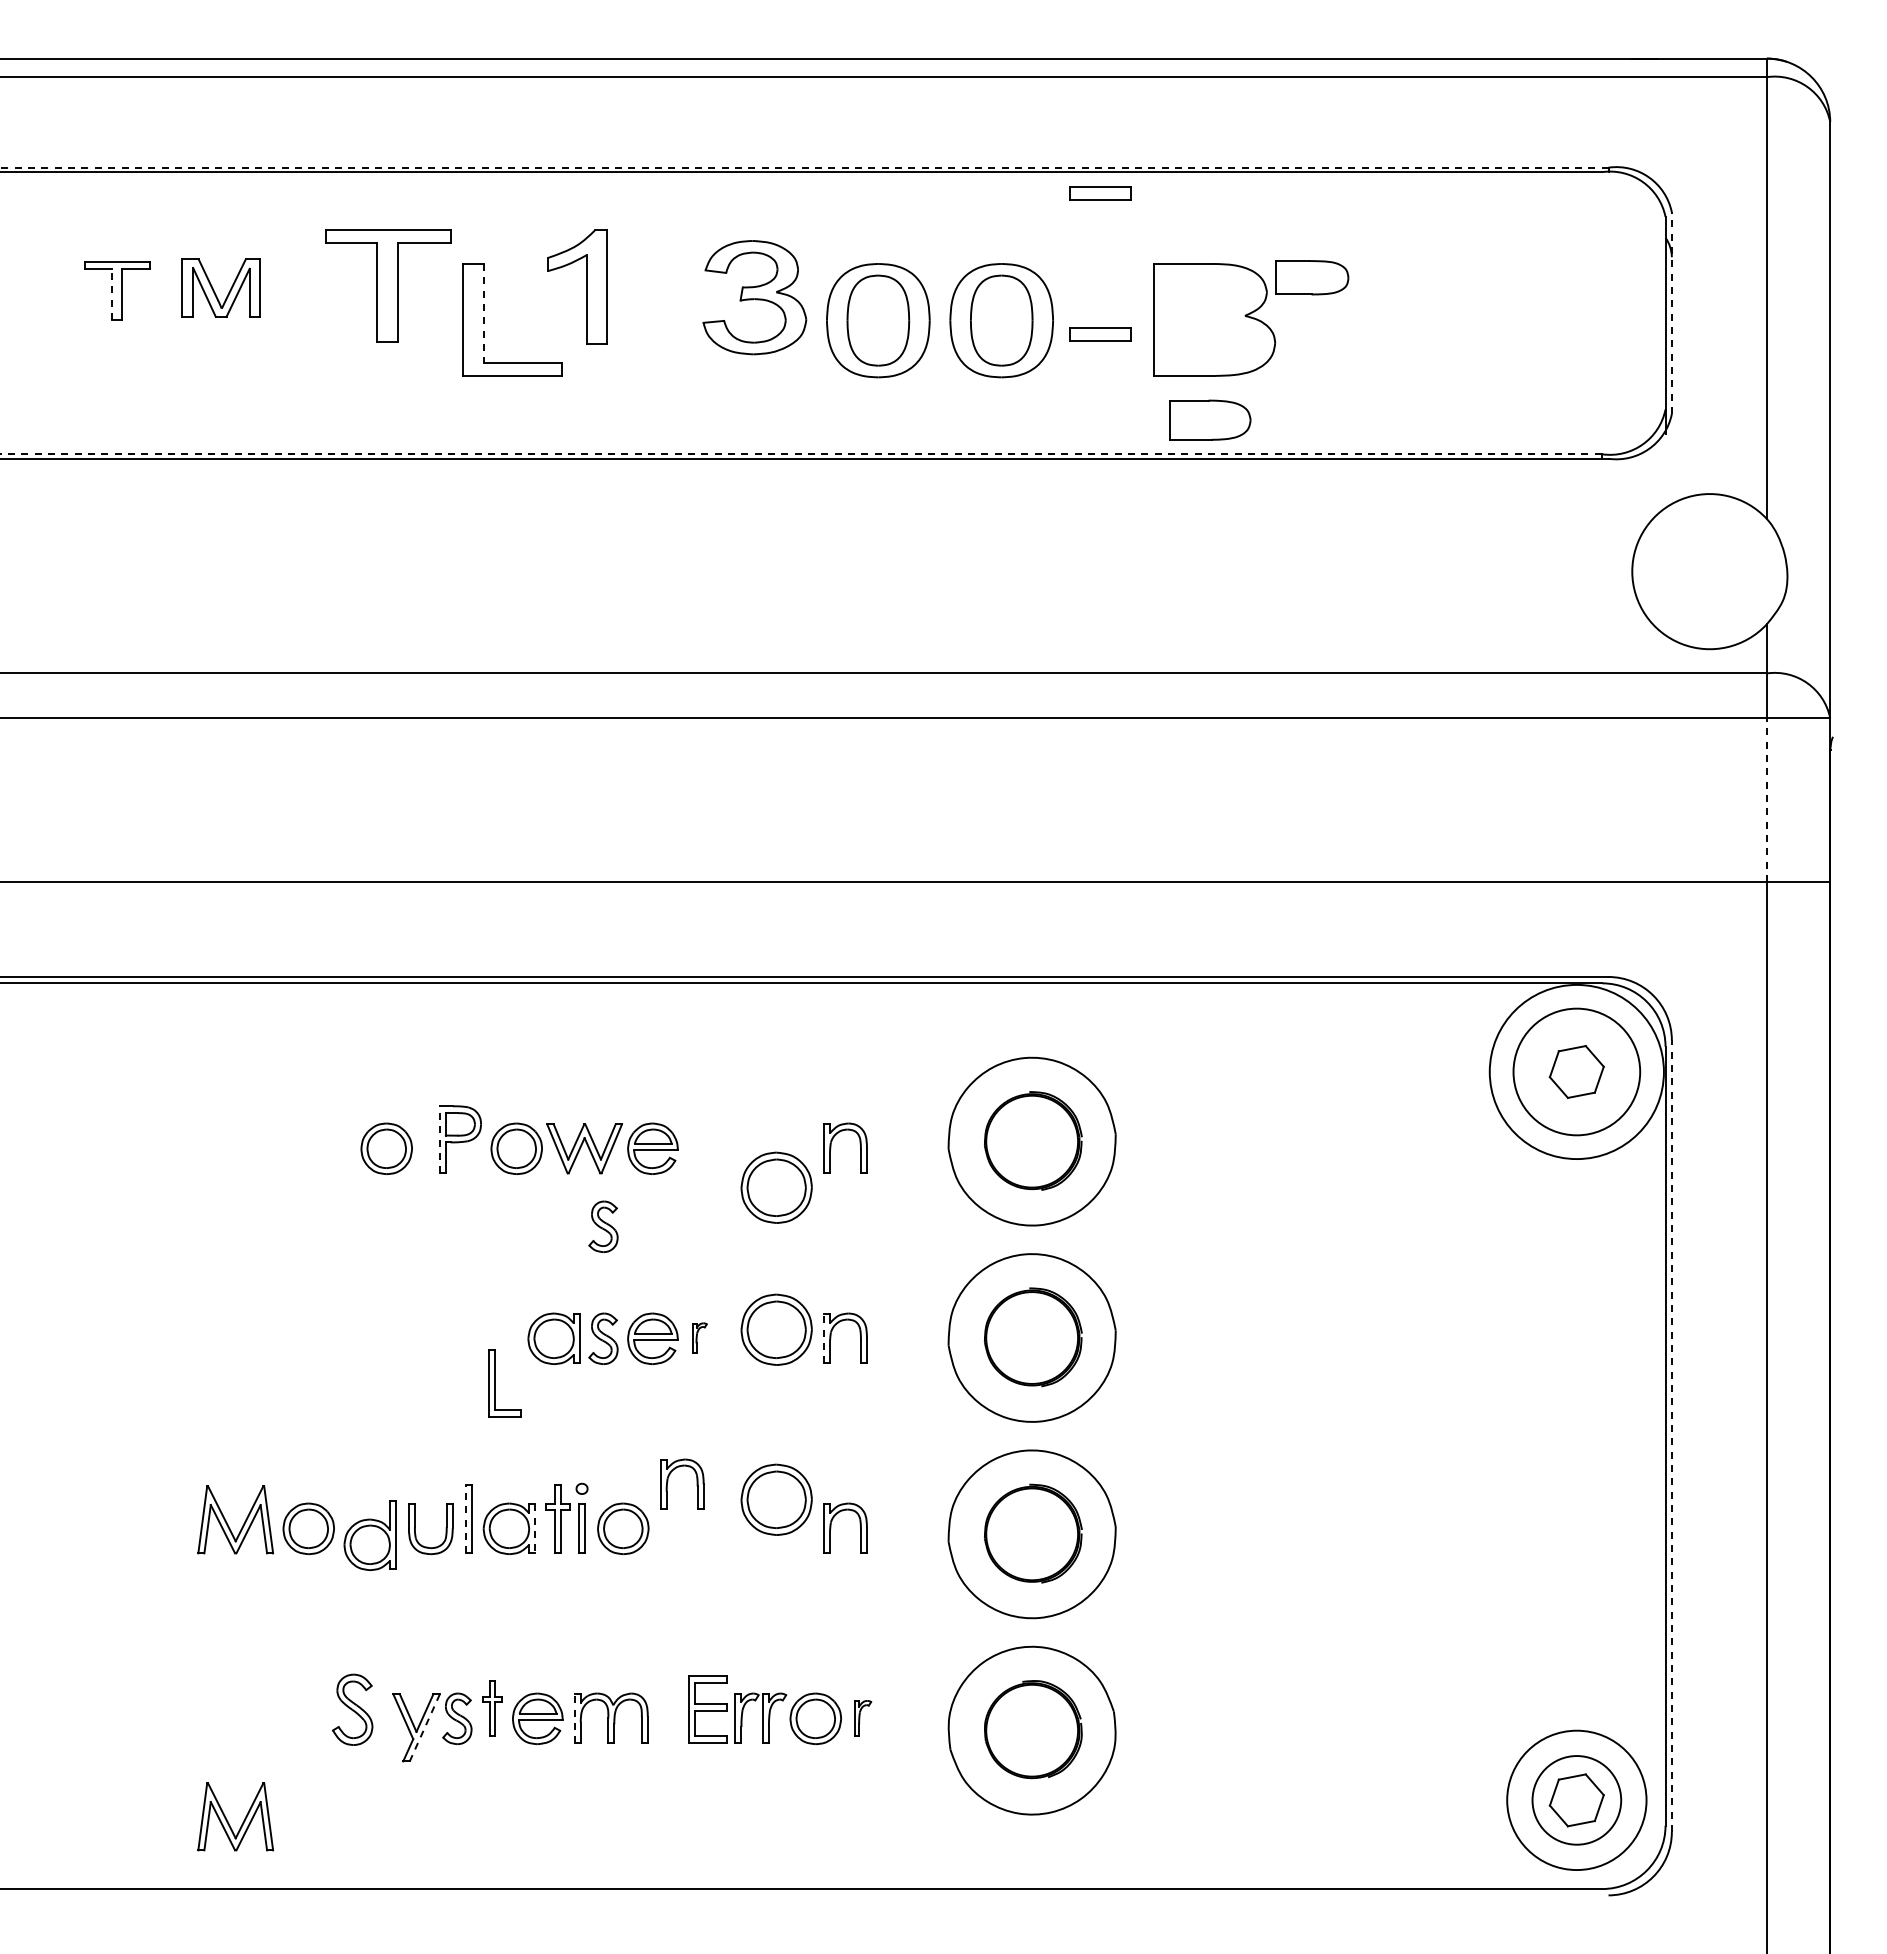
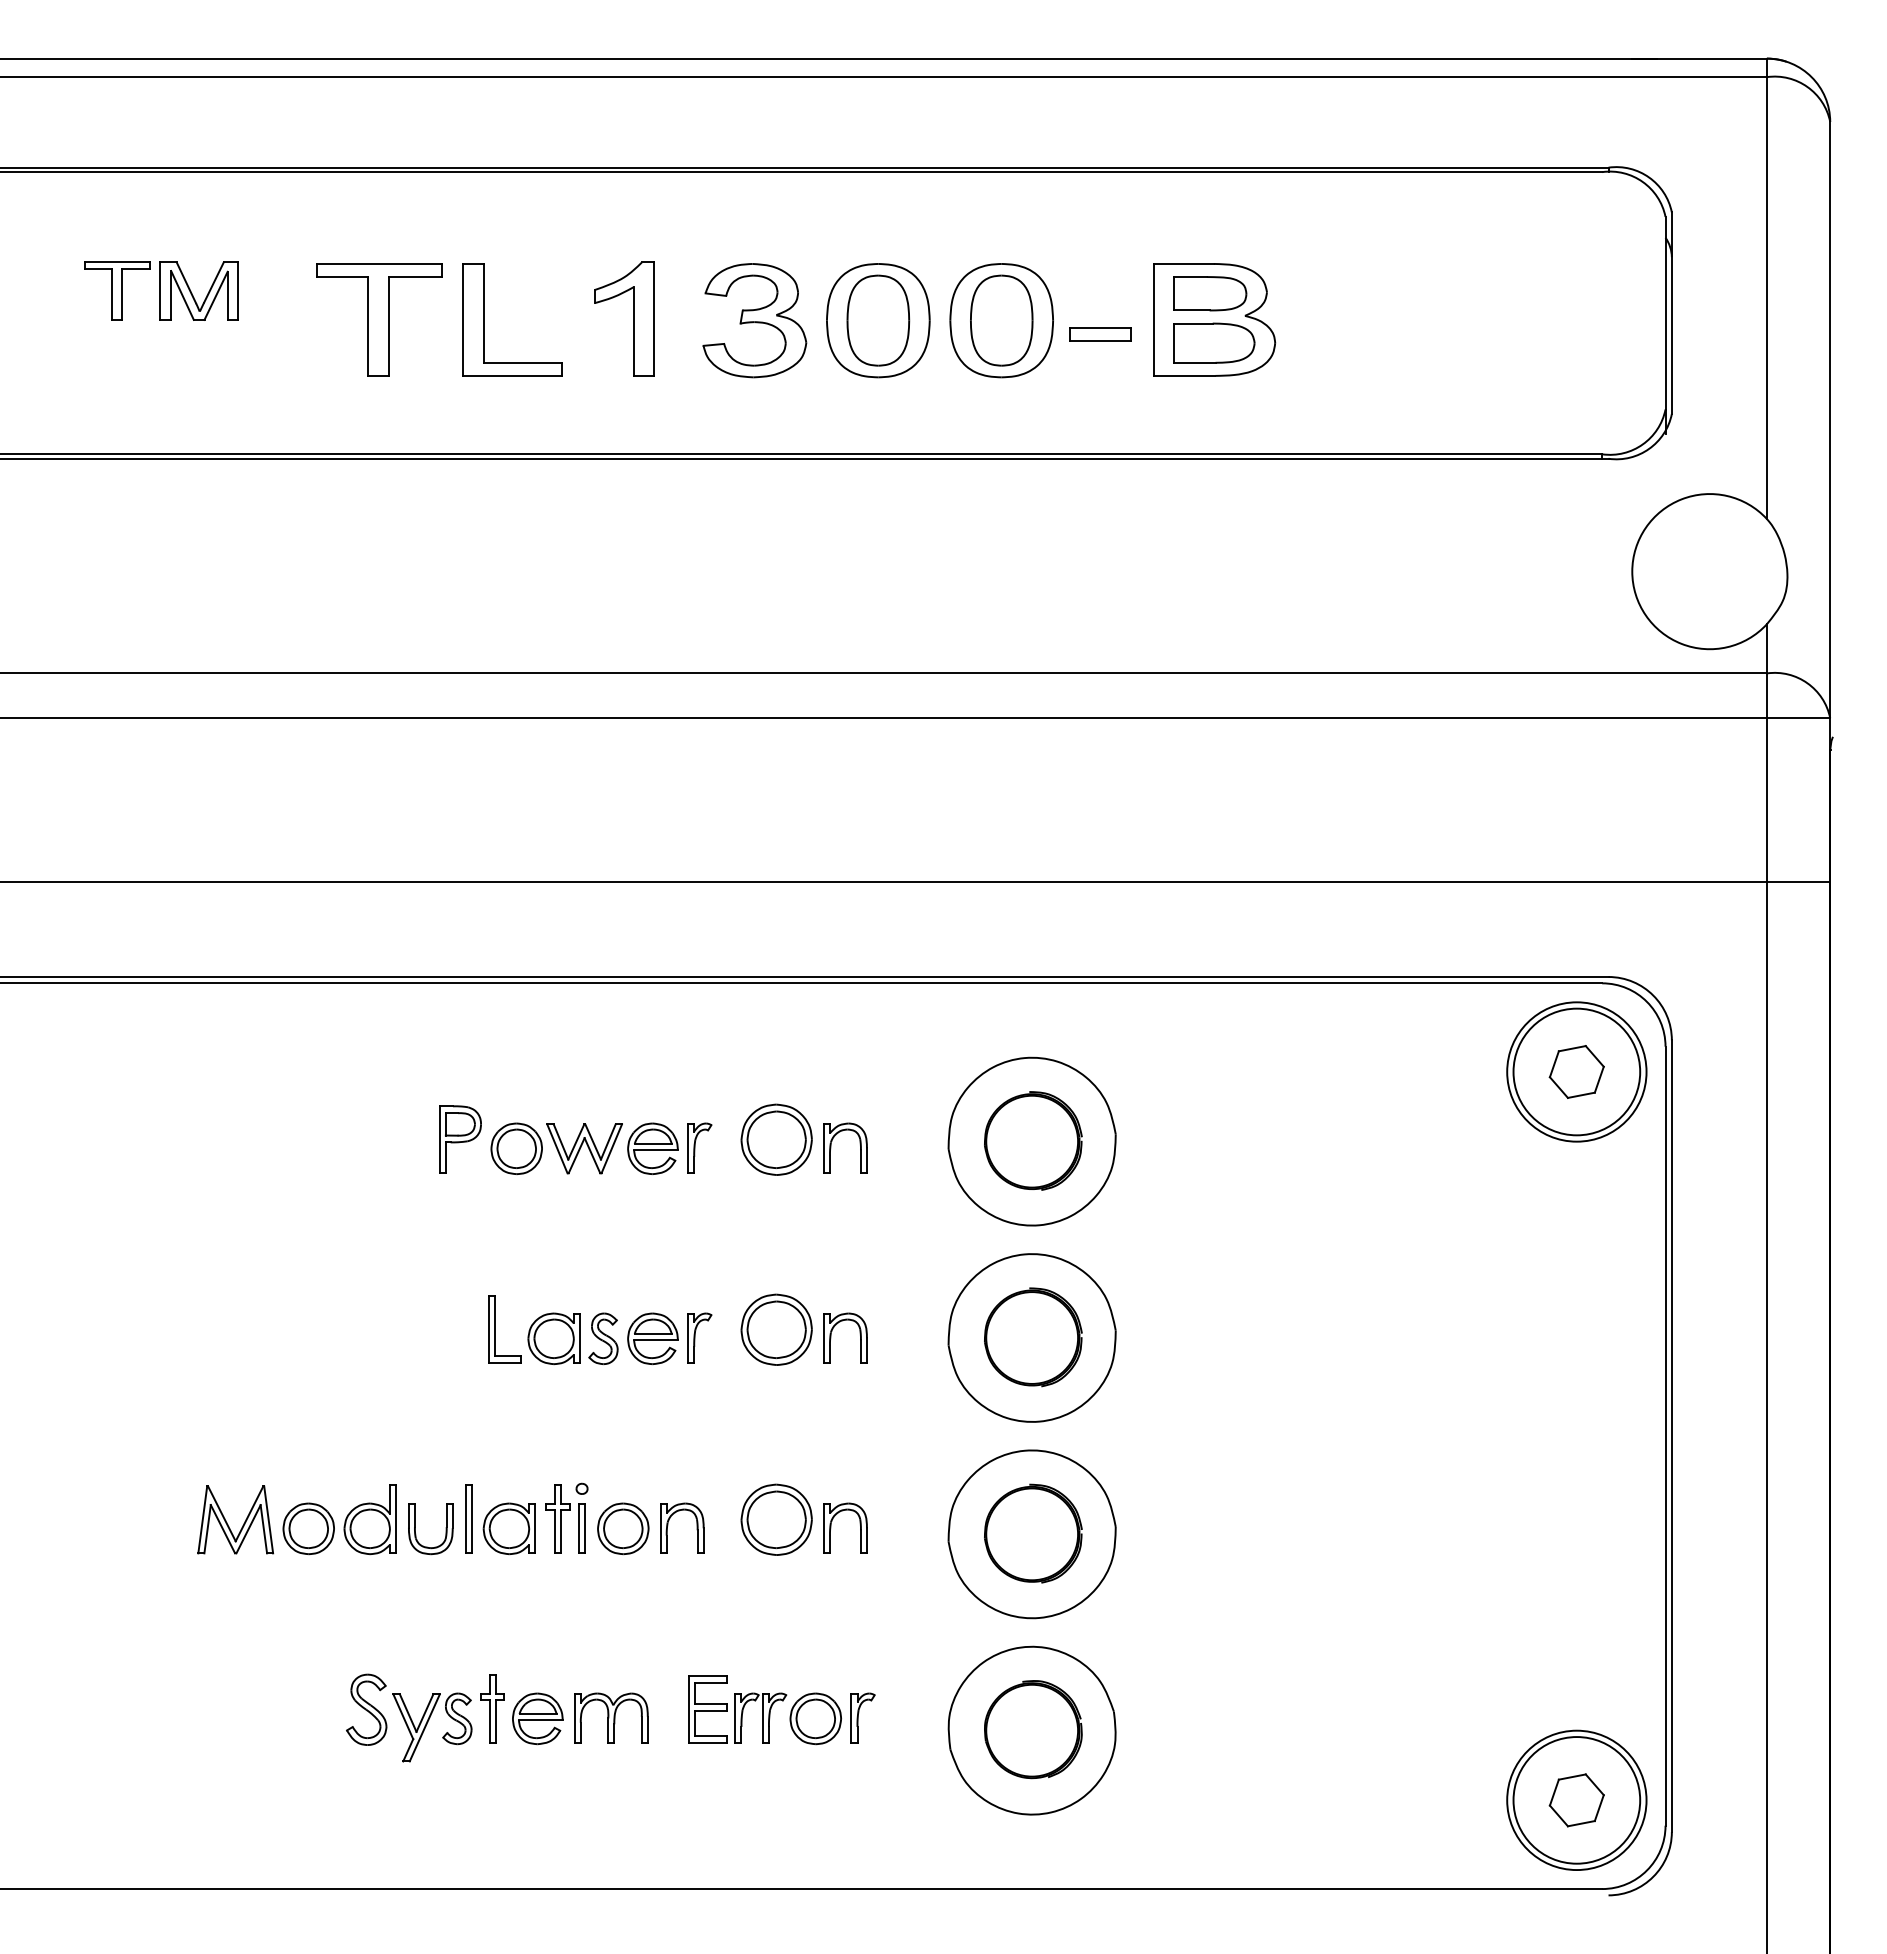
line at (804, 167): dashed -> solid
part at (1100, 193): present -> none
part at (1312, 277) position: (1312, 277) -> (1210, 293)
part at (388, 285) position: (388, 285) -> (379, 319)
part at (586, 286) position: (586, 286) -> (633, 318)
part at (214, 290) position: (214, 290) -> (192, 293)
line at (111, 294): dashed -> solid
part at (754, 297) position: (754, 297) -> (754, 320)
line at (483, 313): dashed -> solid
line at (1671, 313): dashed -> solid
part at (1210, 419) position: (1210, 419) -> (1214, 342)
line at (802, 454): dashed -> solid
line at (1766, 800): dashed -> solid
circle at (1576, 1071) diameter: 174 px -> 139 px
line at (439, 1139): dashed -> solid
part at (699, 1147): none -> present
part at (386, 1148): present -> none
part at (776, 1187) position: (776, 1187) -> (776, 1139)
part at (603, 1226): present -> none
part at (699, 1337) size: 16x32 px -> 26x52 px
line at (823, 1338): dashed -> solid
part at (495, 1383) position: (495, 1383) -> (495, 1329)
line at (1671, 1436): dashed -> solid
part at (696, 1483) position: (696, 1483) -> (696, 1527)
part at (776, 1499) position: (776, 1499) -> (776, 1519)
line at (465, 1518): dashed -> solid
line at (535, 1529): dashed -> solid
part at (369, 1535) position: (369, 1535) -> (369, 1519)
part at (492, 1708) size: 21x57 px -> 25x70 px
part at (352, 1709) position: (352, 1709) -> (366, 1709)
line at (574, 1718): dashed -> solid
part at (863, 1718) size: 19x37 px -> 26x52 px
line at (424, 1727): dashed -> solid
circle at (1576, 1800) diameter: 89 px -> 127 px
part at (227, 1819): present -> none
